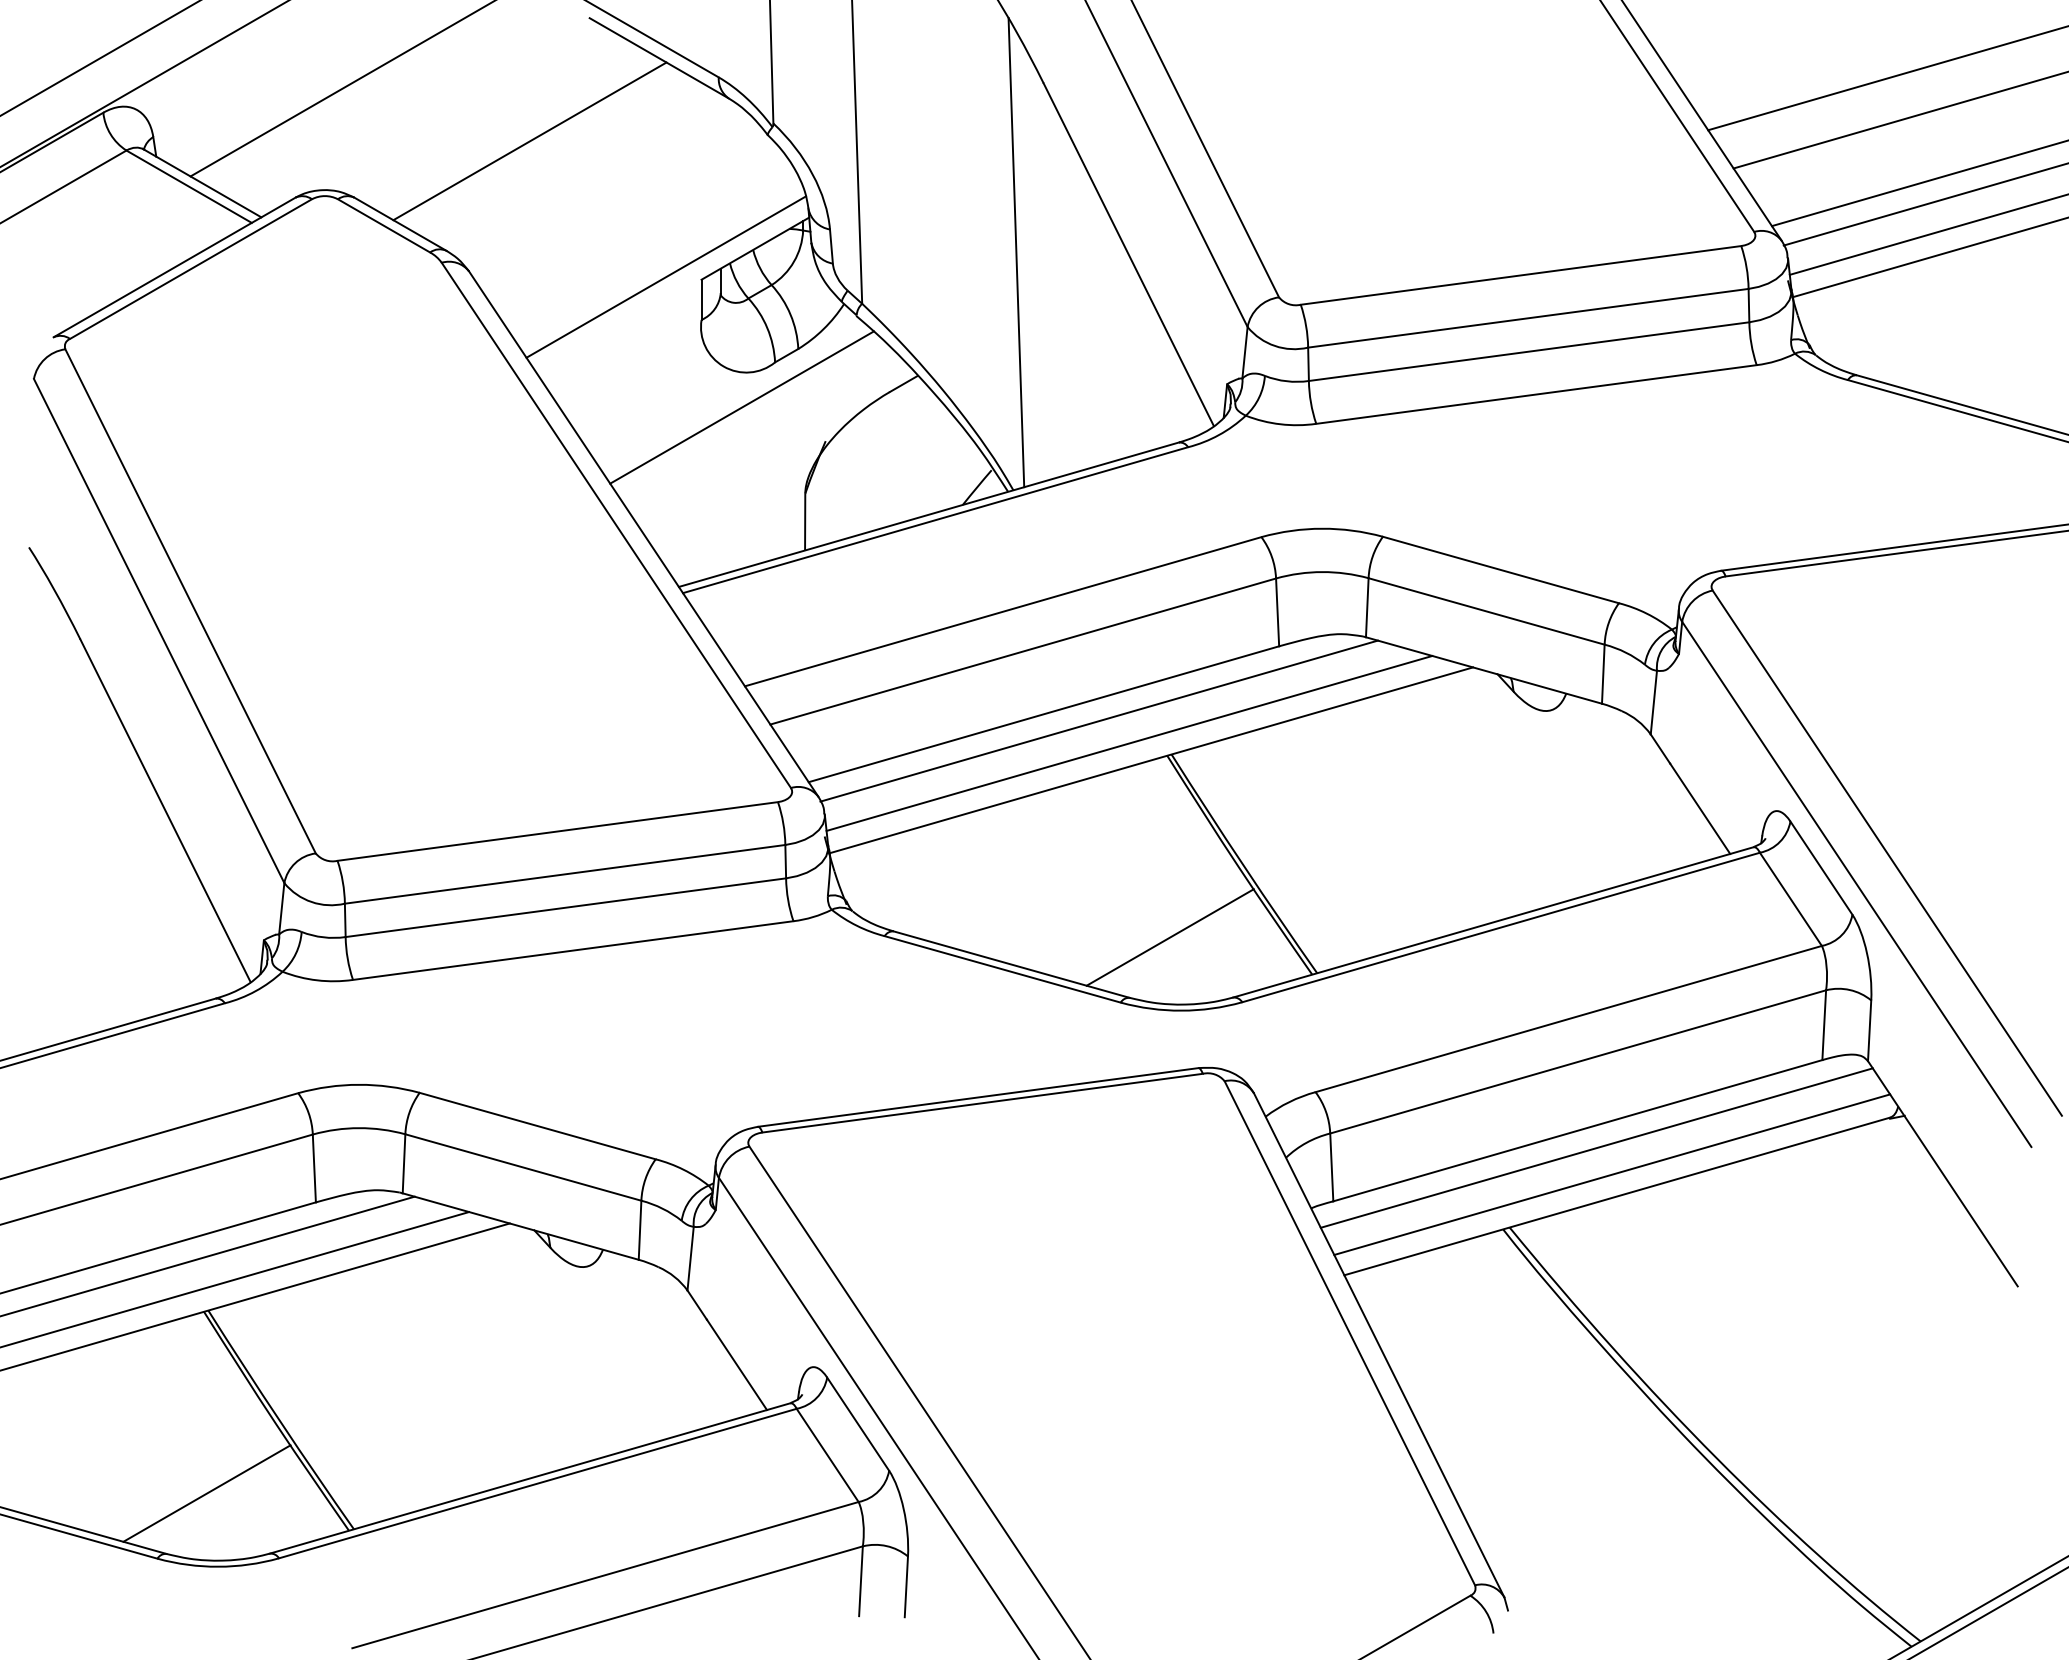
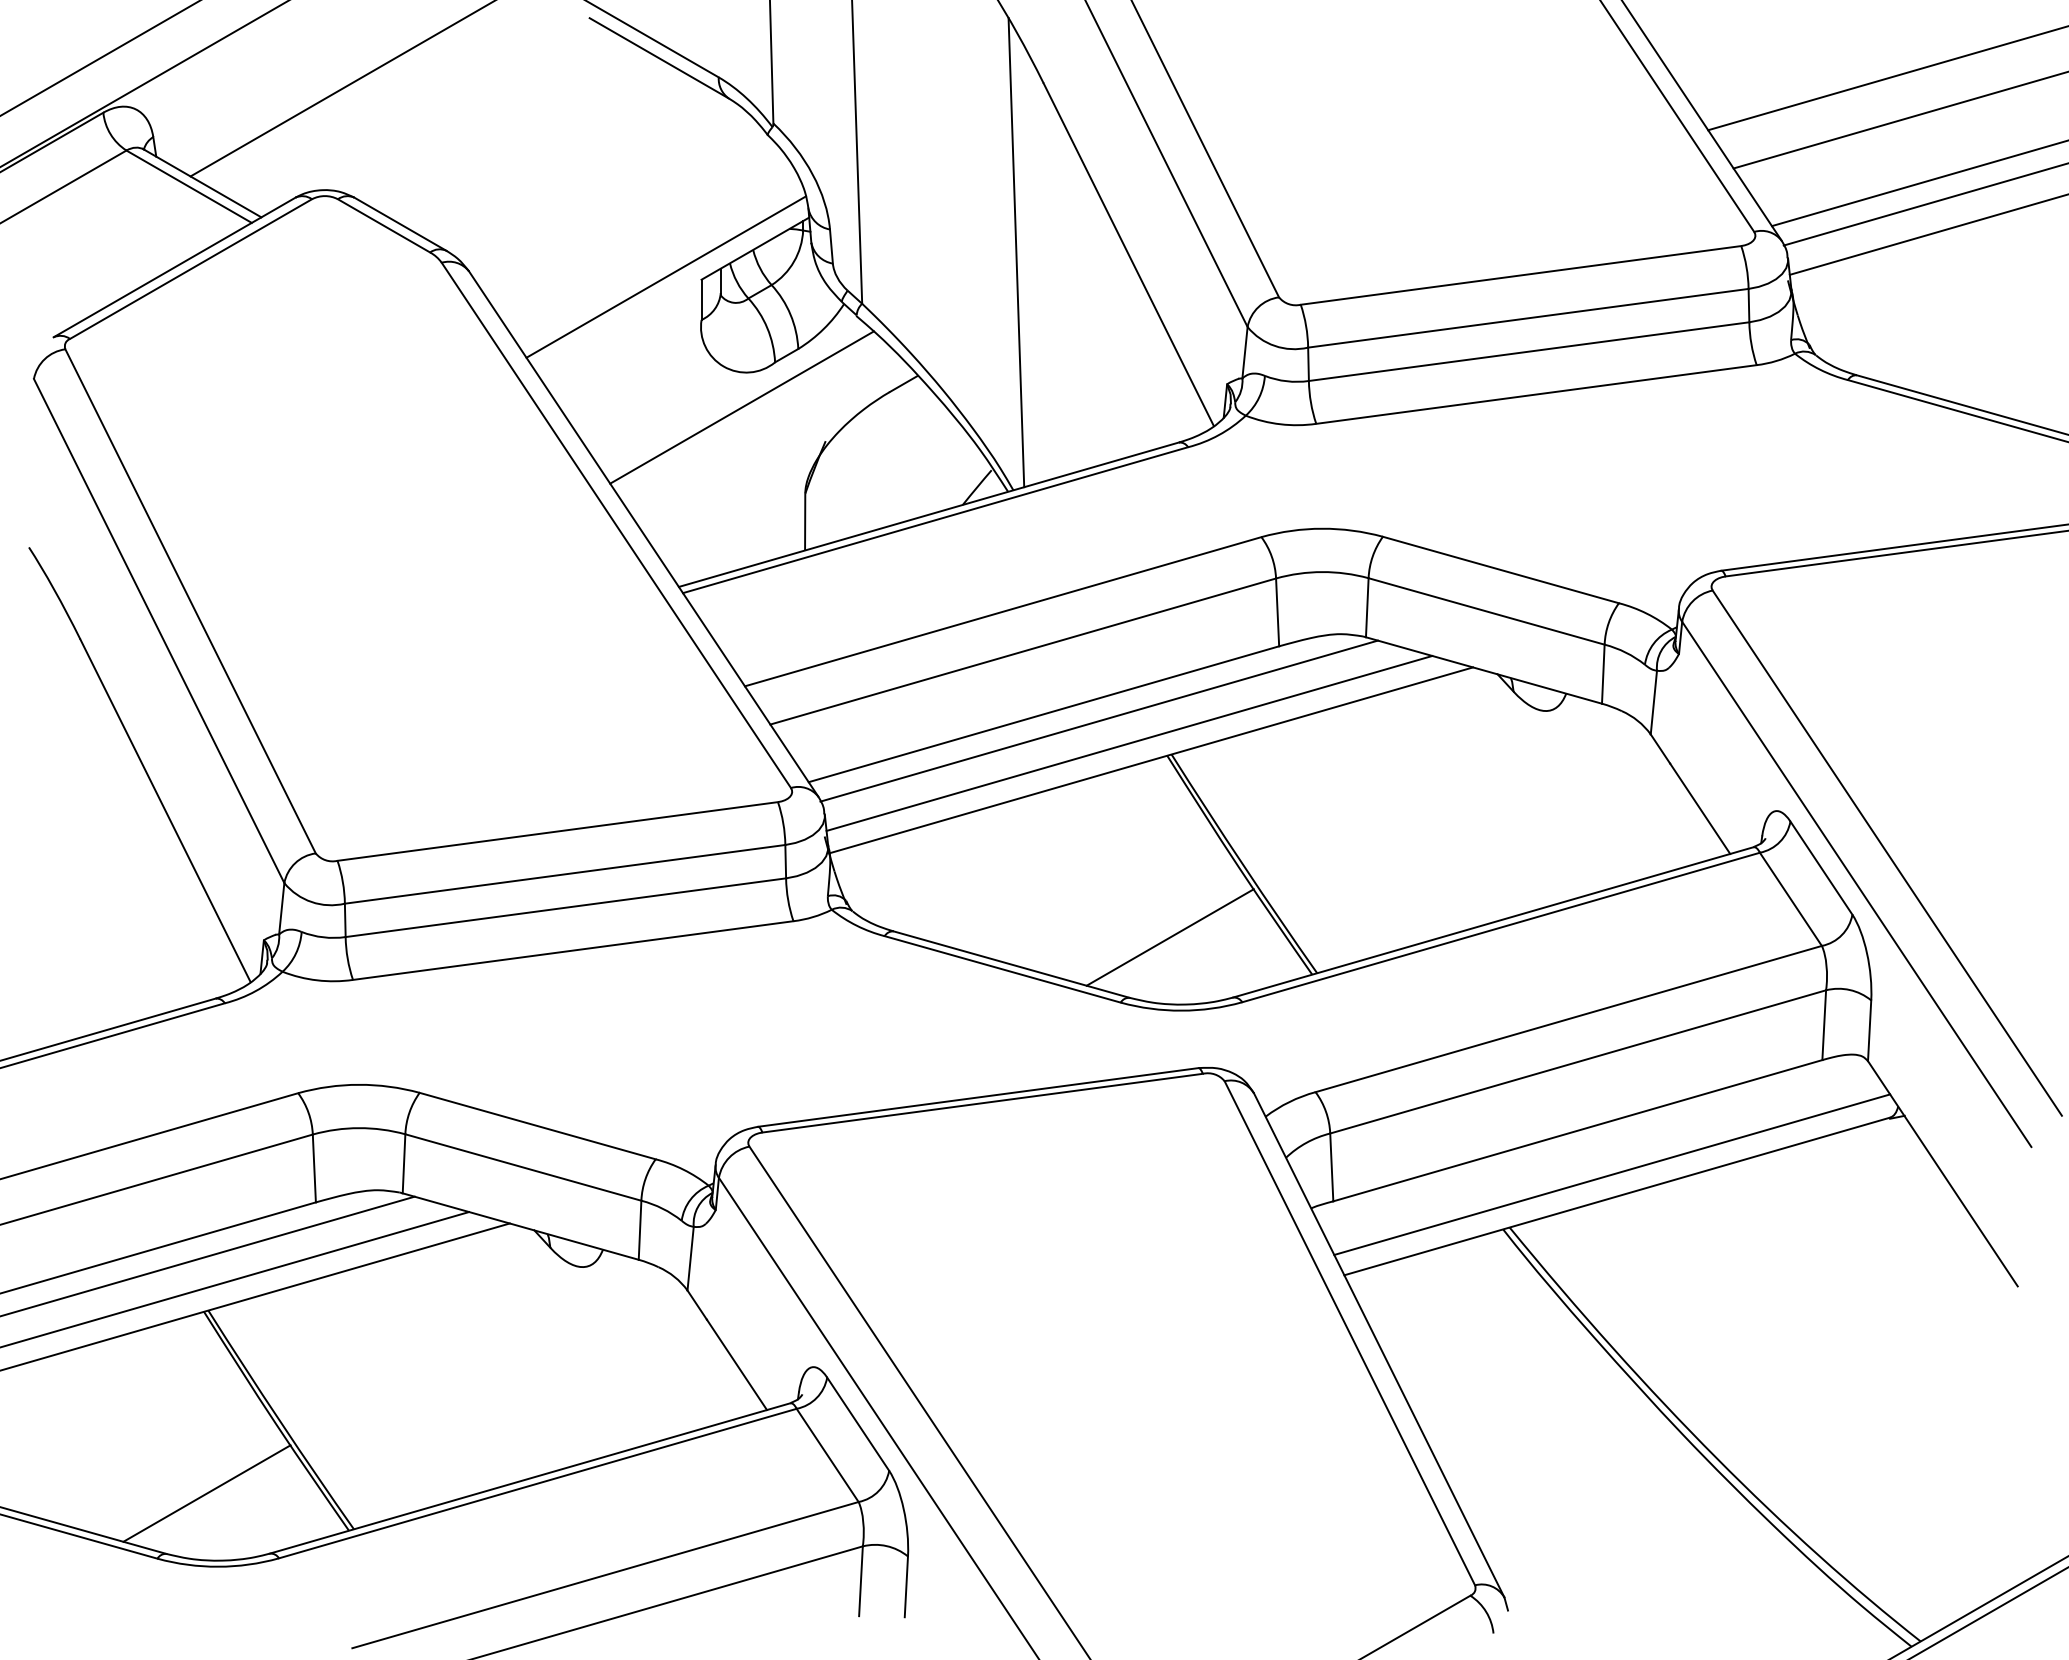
line at (529, 141): present -> none
line at (1928, 257): present -> none
line at (1596, 1147): present -> none
